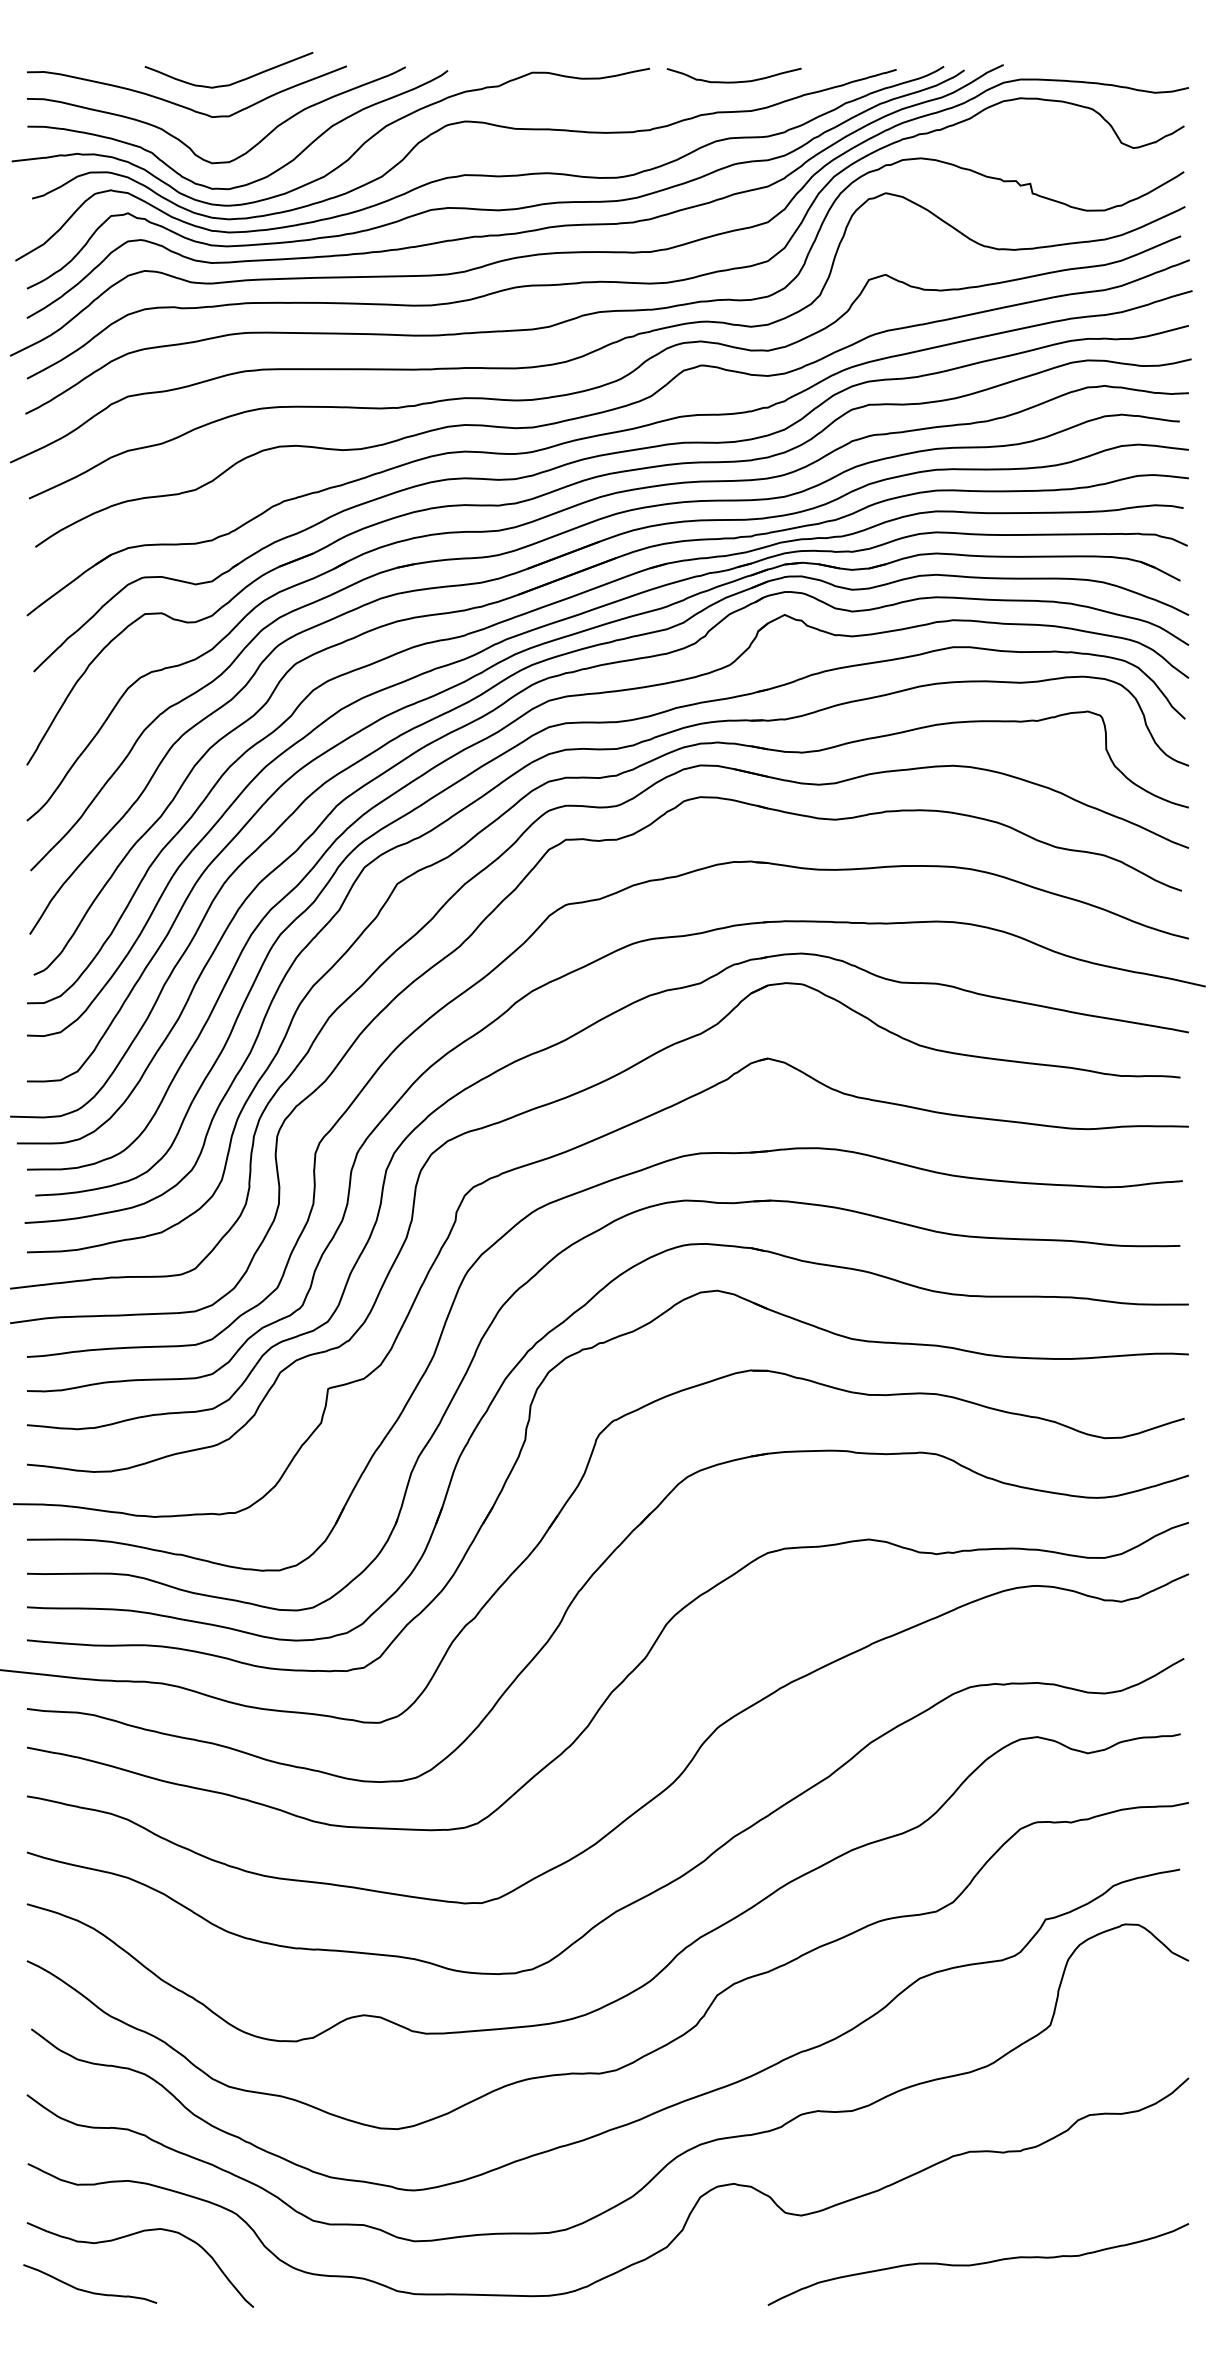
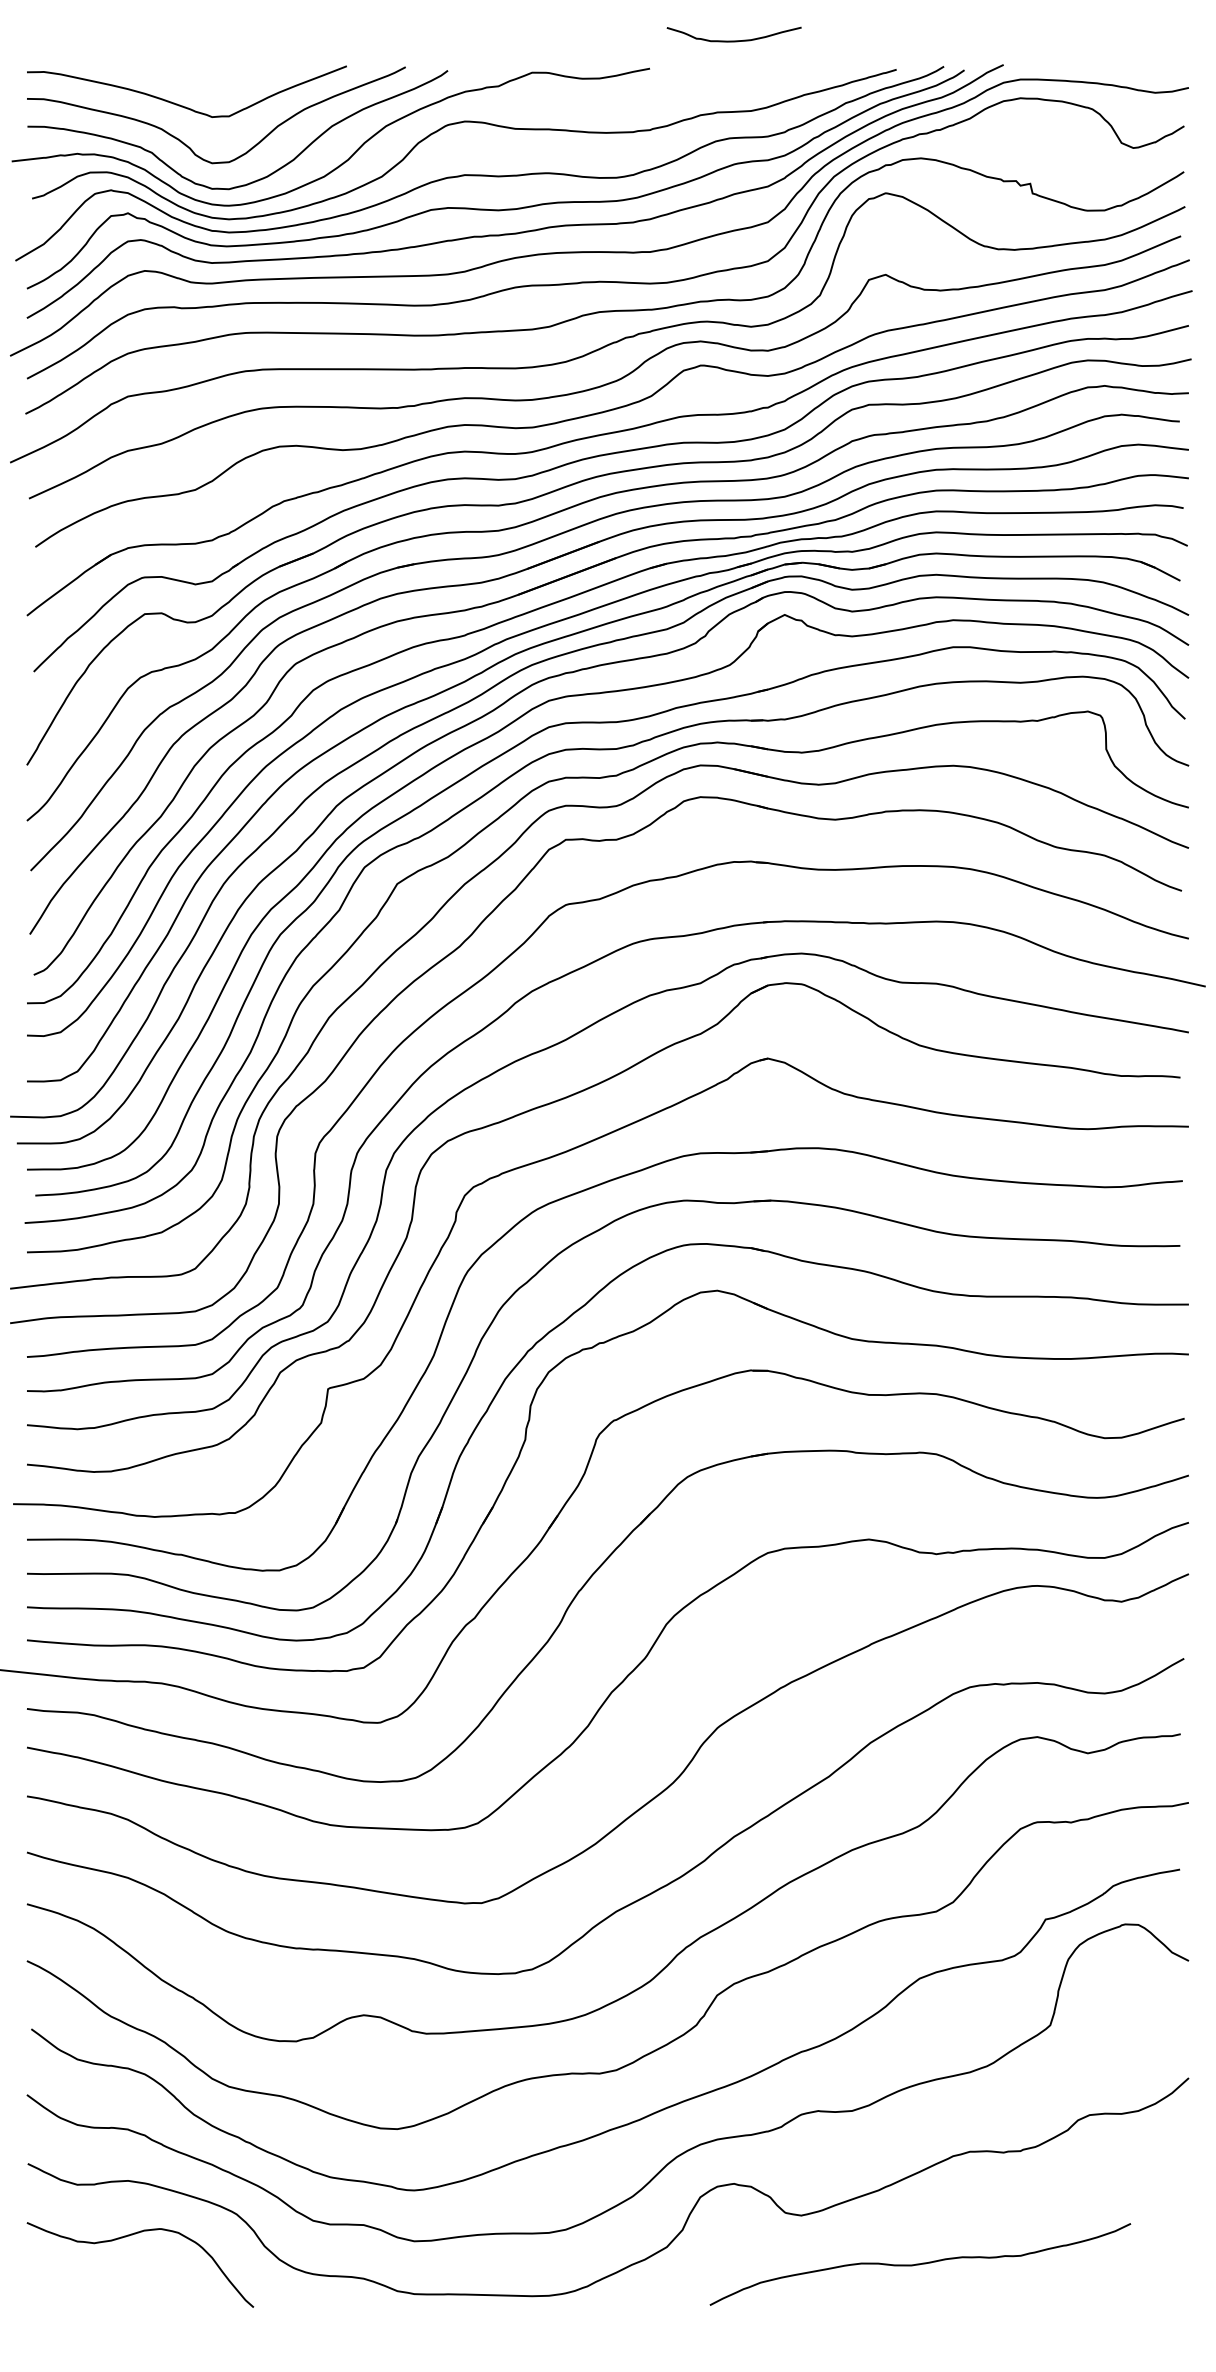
curve at (235, 81): present -> none
curve at (733, 81) position: (733, 81) -> (733, 40)
curve at (978, 2264) position: (978, 2264) -> (920, 2264)
curve at (87, 2290): present -> none
